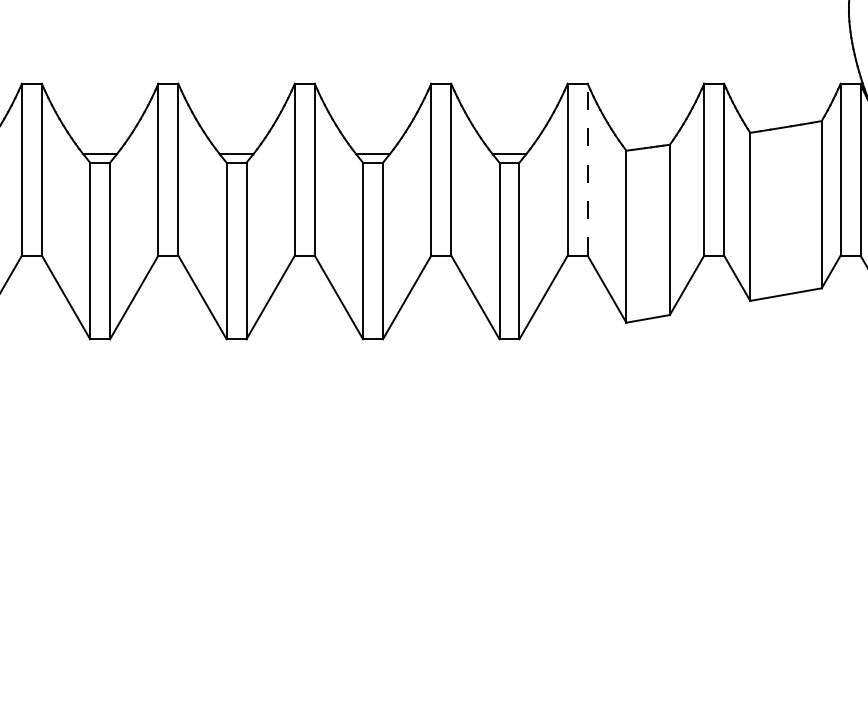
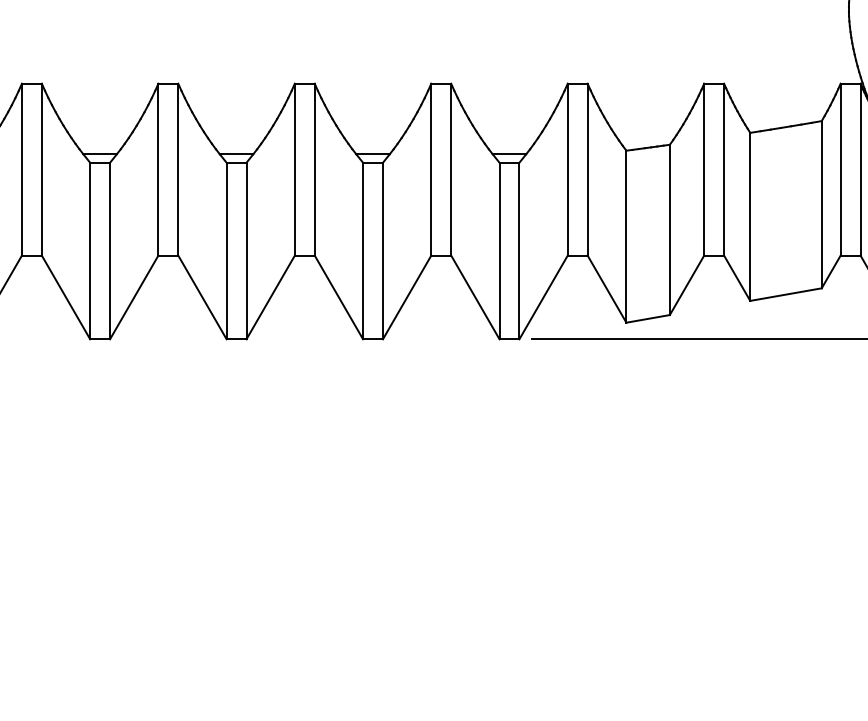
line at (587, 169): dashed -> solid
line at (698, 339): none -> present
